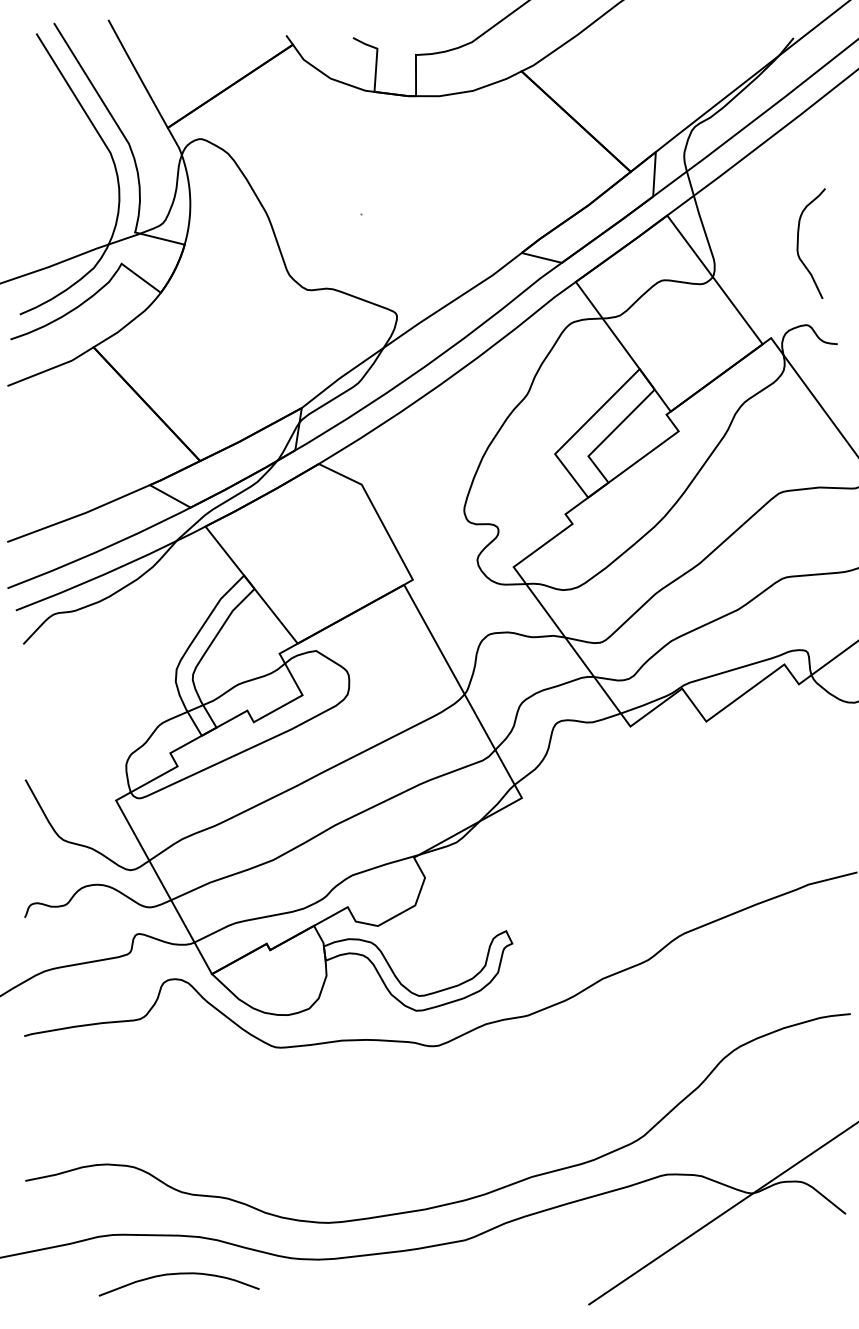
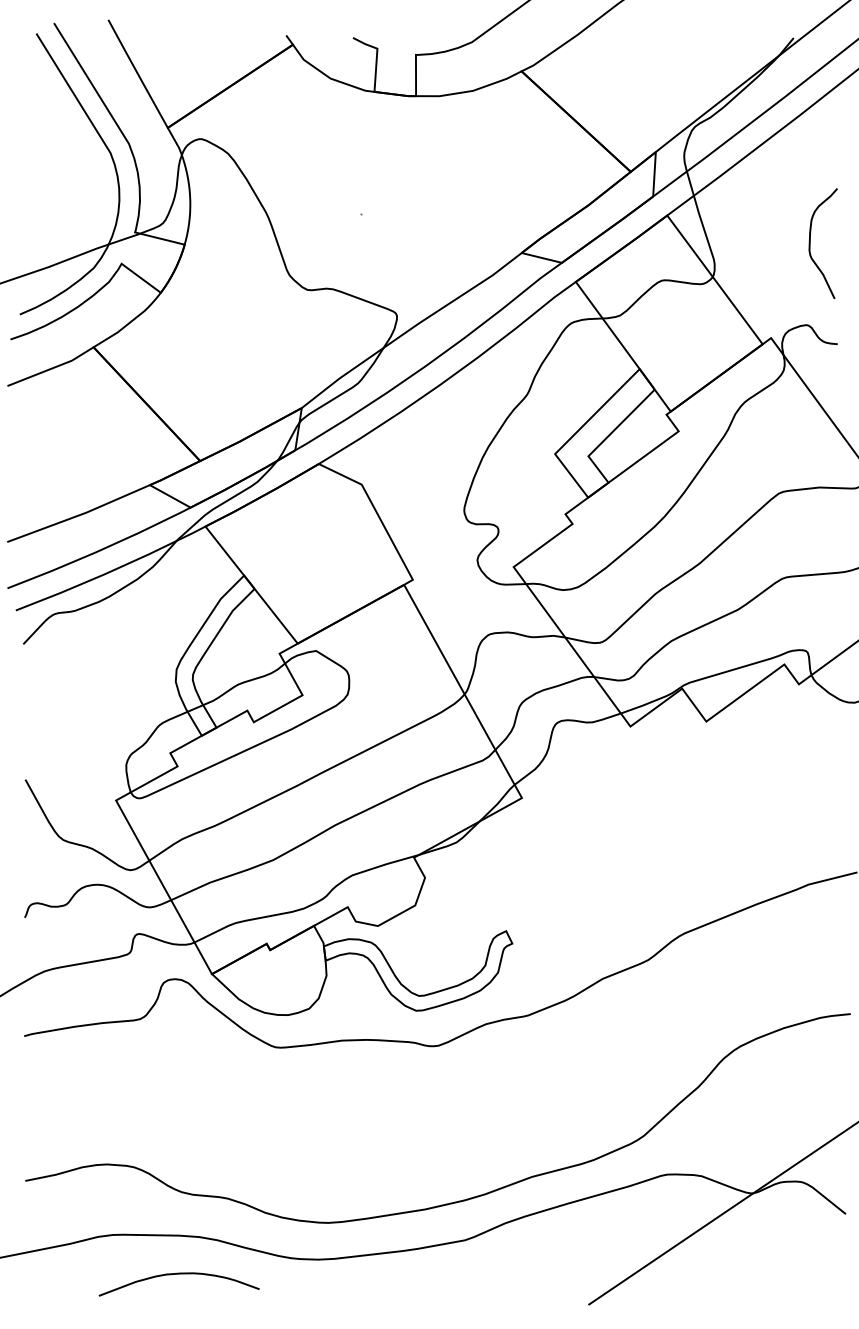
curve at (798, 243) position: (798, 243) -> (810, 243)
